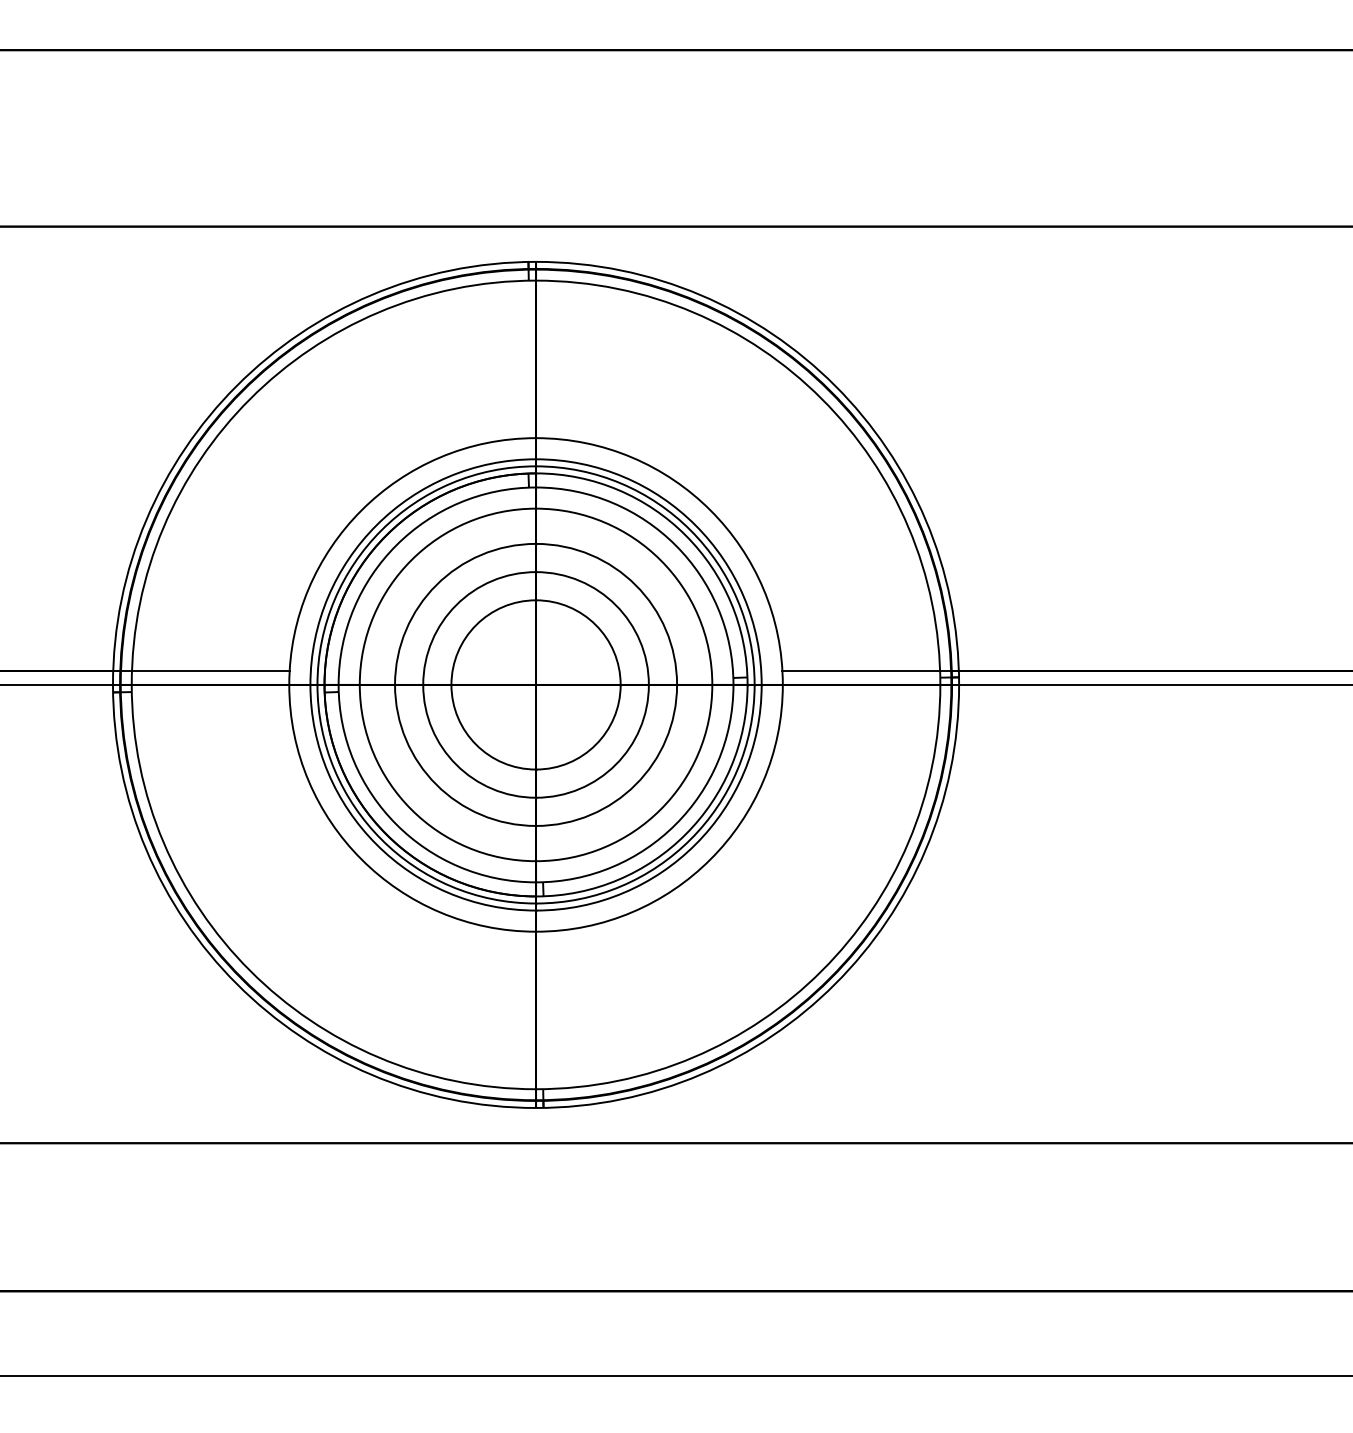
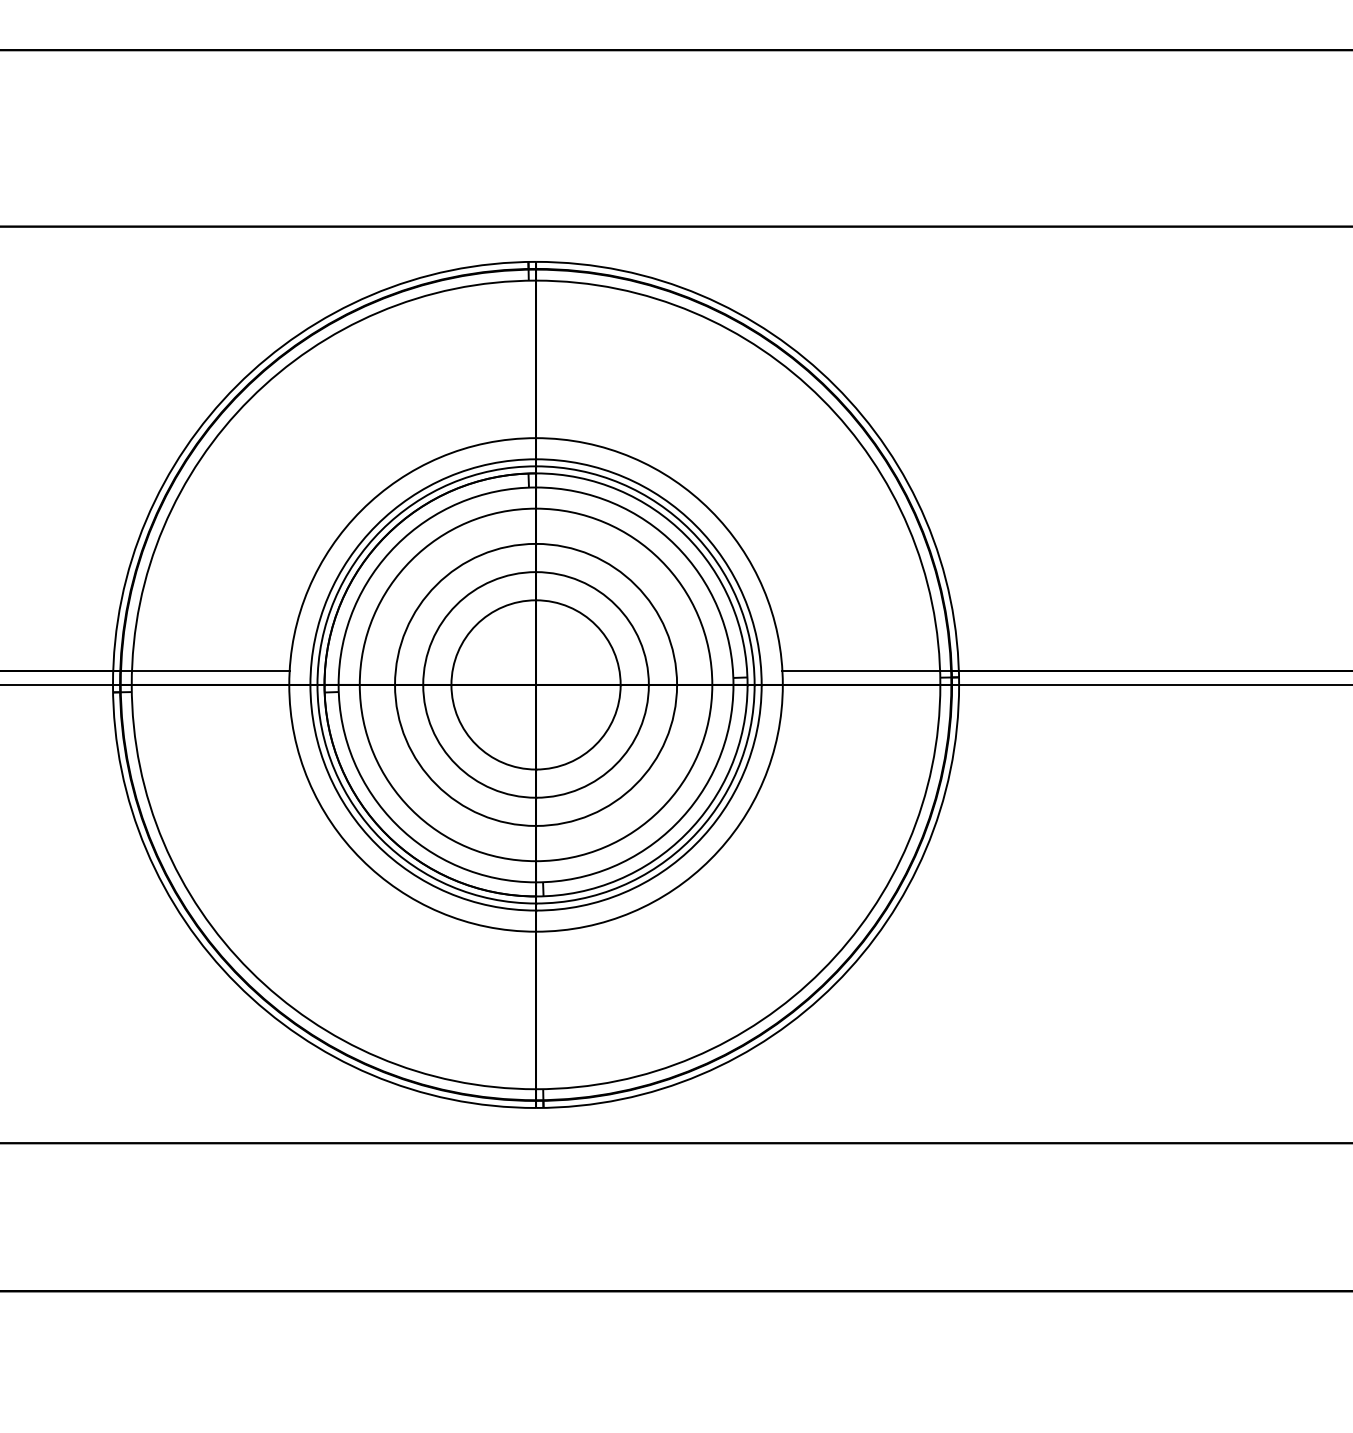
line at (675, 1375): present -> none
